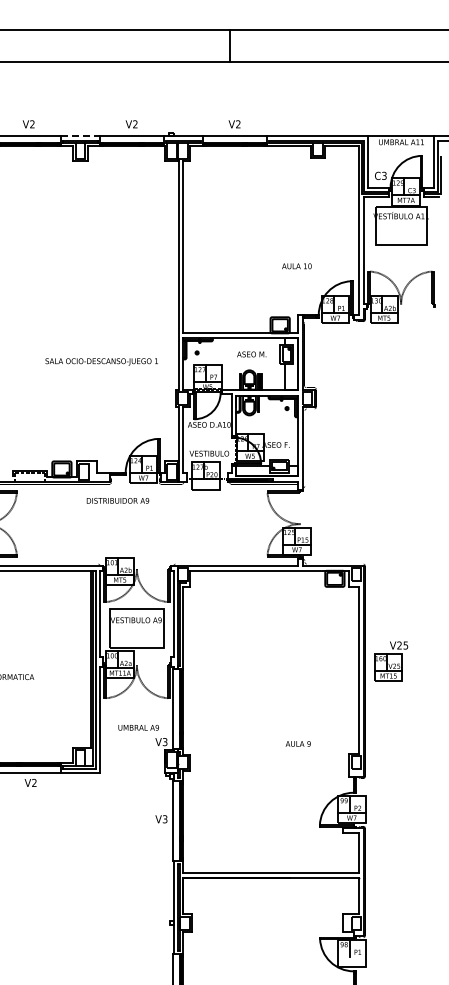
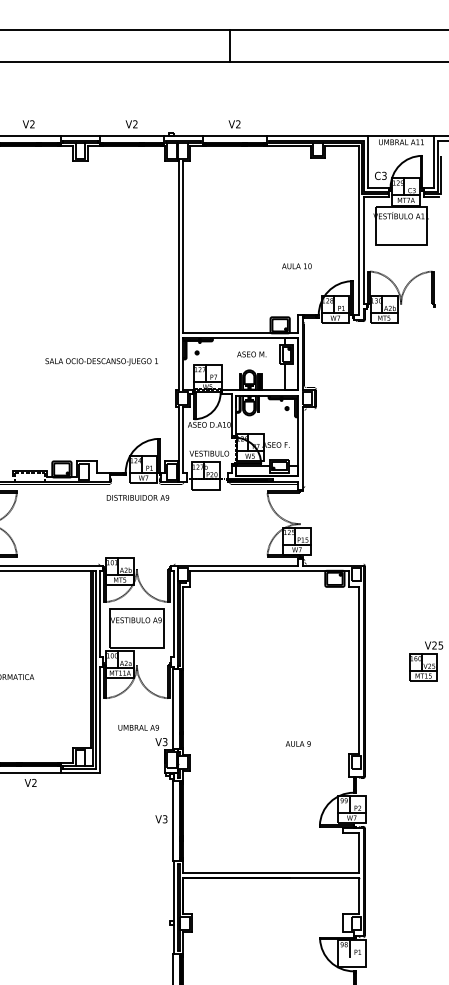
line at (81, 136): dashed -> solid
text at (117, 500) position: (117, 500) -> (137, 497)
part at (391, 661) position: (391, 661) -> (426, 661)
